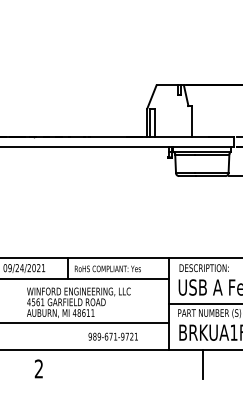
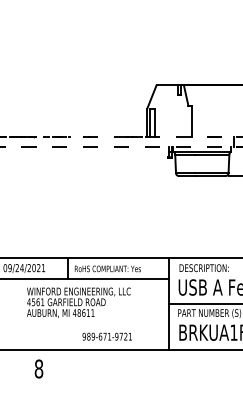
line at (117, 137): solid -> dashed
line at (117, 146): solid -> dashed
line at (85, 323): present -> none
text at (112, 336) position: (112, 336) -> (106, 336)
line at (203, 363): present -> none
text at (38, 368): 2 -> 8
